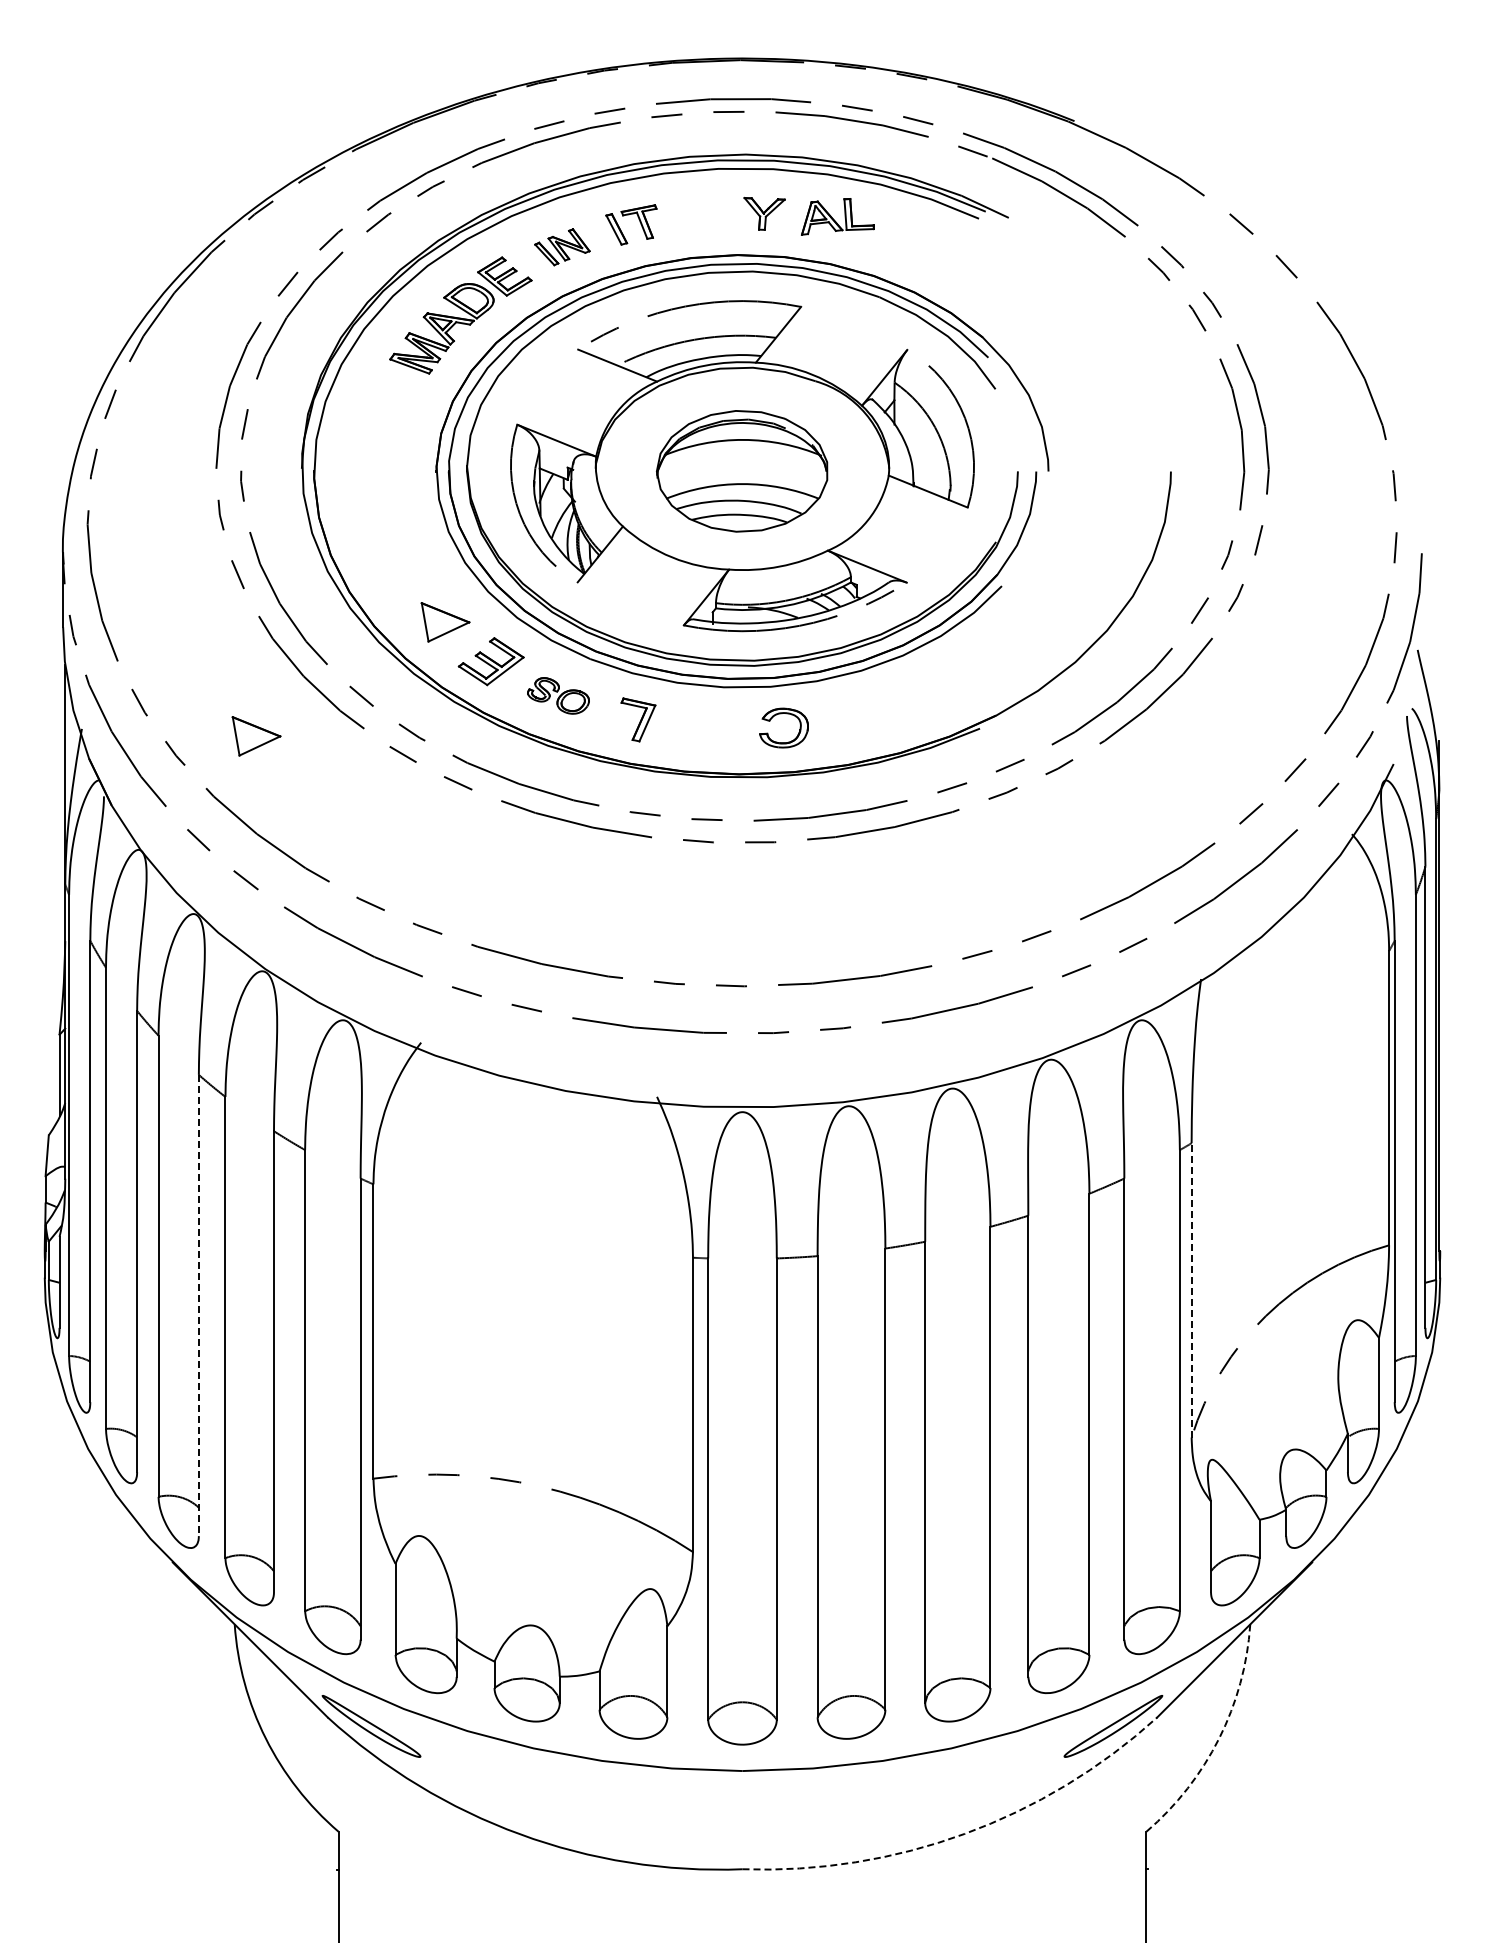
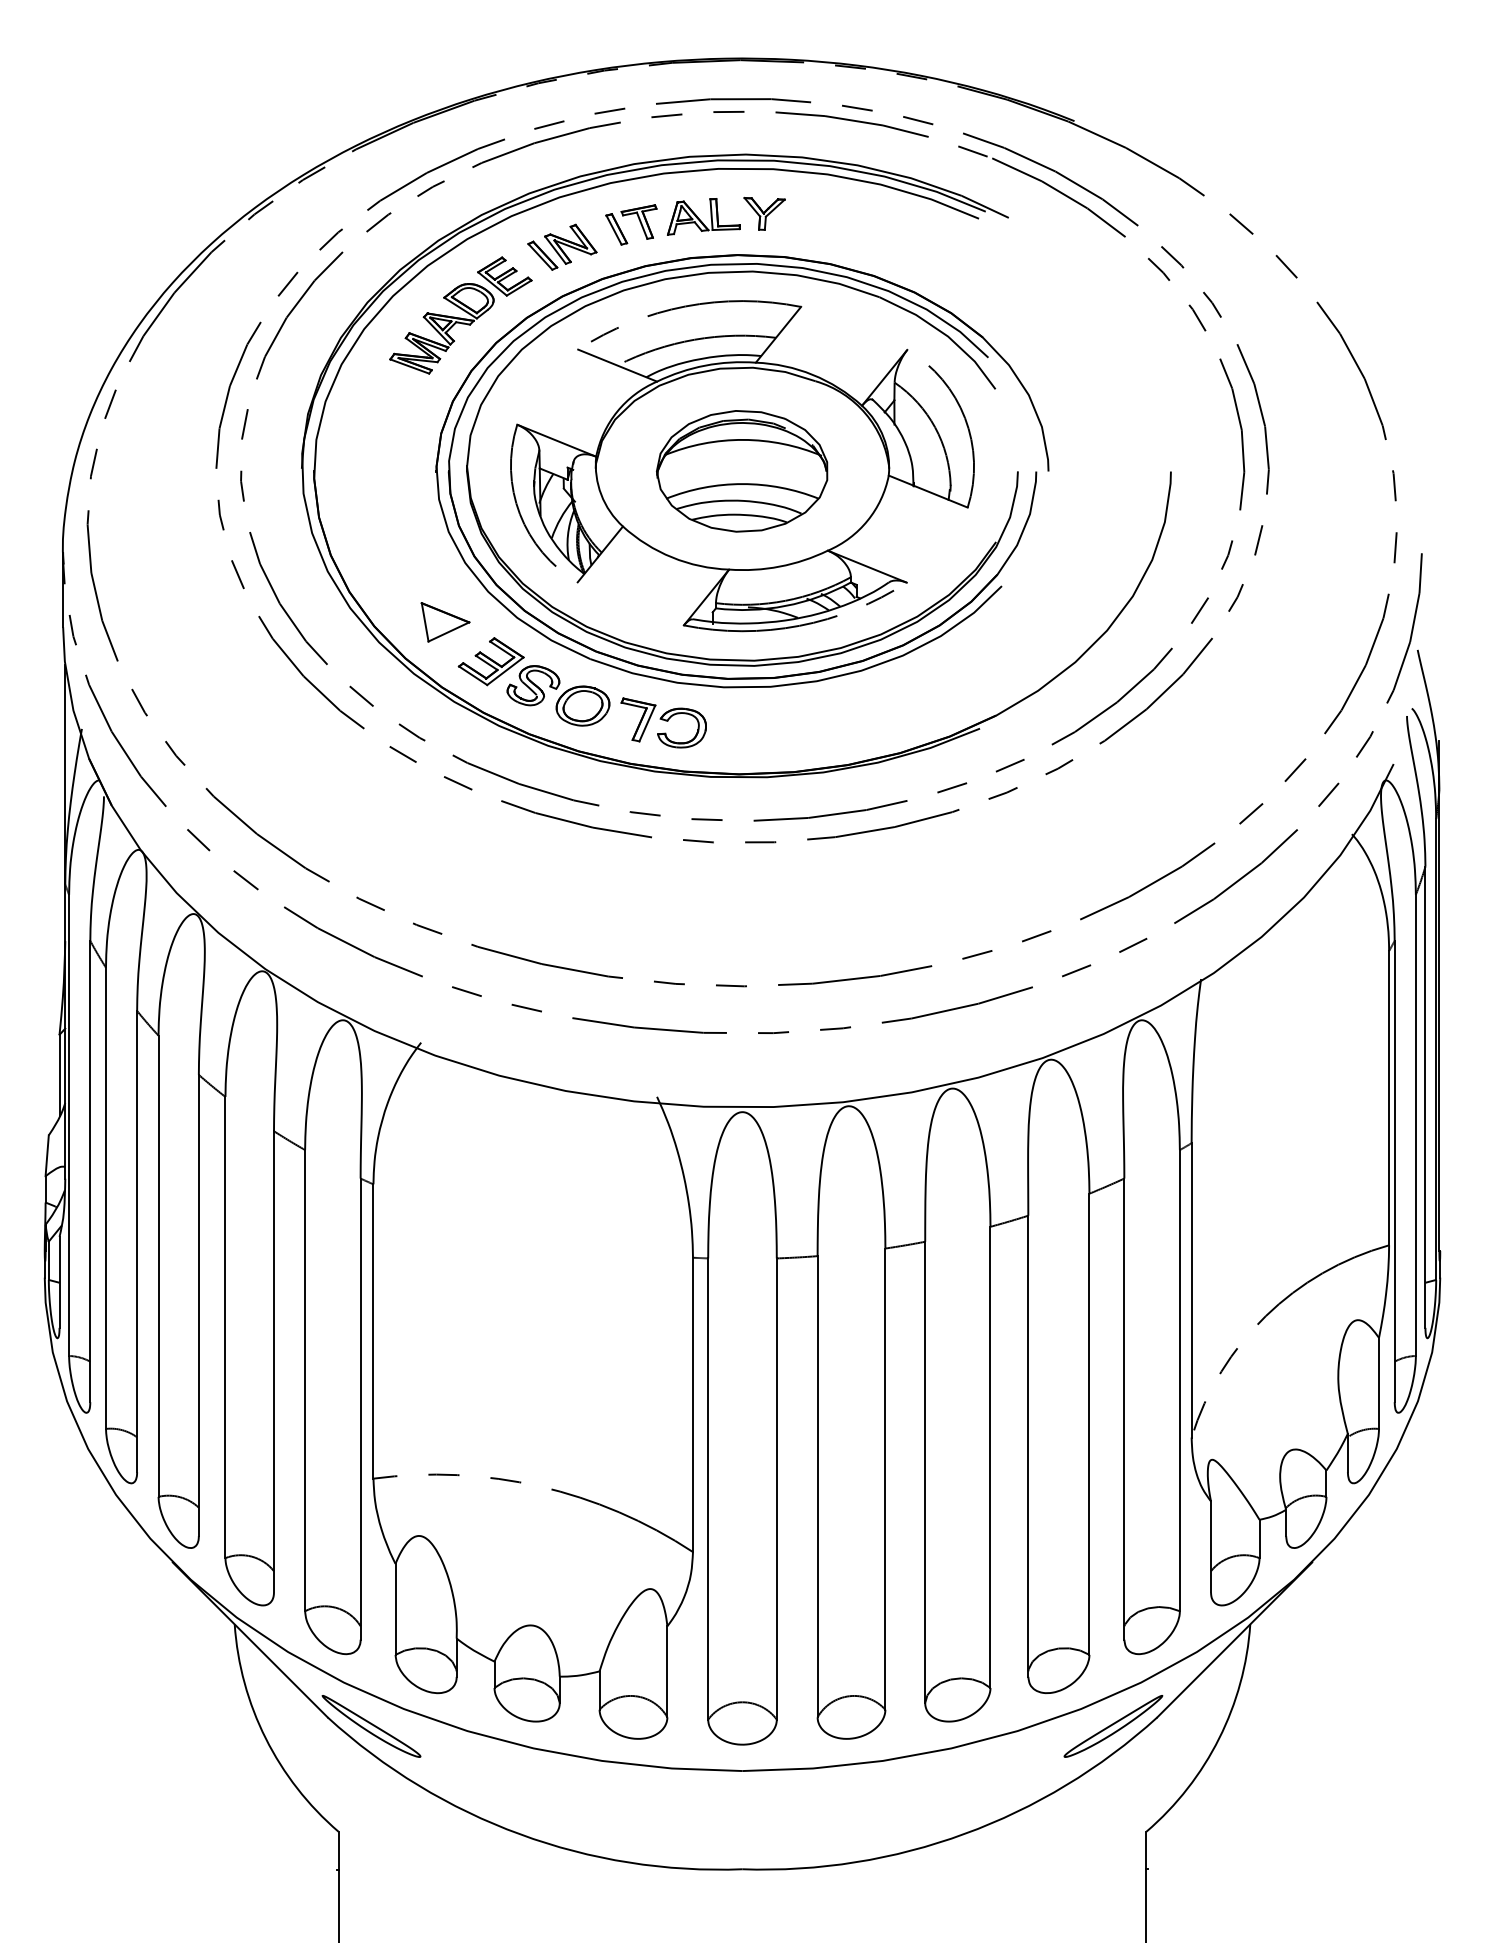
part at (837, 216) position: (837, 216) -> (703, 216)
part at (562, 247) size: 57x39 px -> 71x48 px
part at (558, 695) size: 63x38 px -> 105x62 px
part at (781, 714) position: (781, 714) -> (679, 714)
part at (256, 736): present -> none
line at (1191, 1289): dashed -> solid
line at (198, 1305): dashed -> solid
arc at (1219, 1738): dashed -> solid
arc at (964, 1833): dashed -> solid
